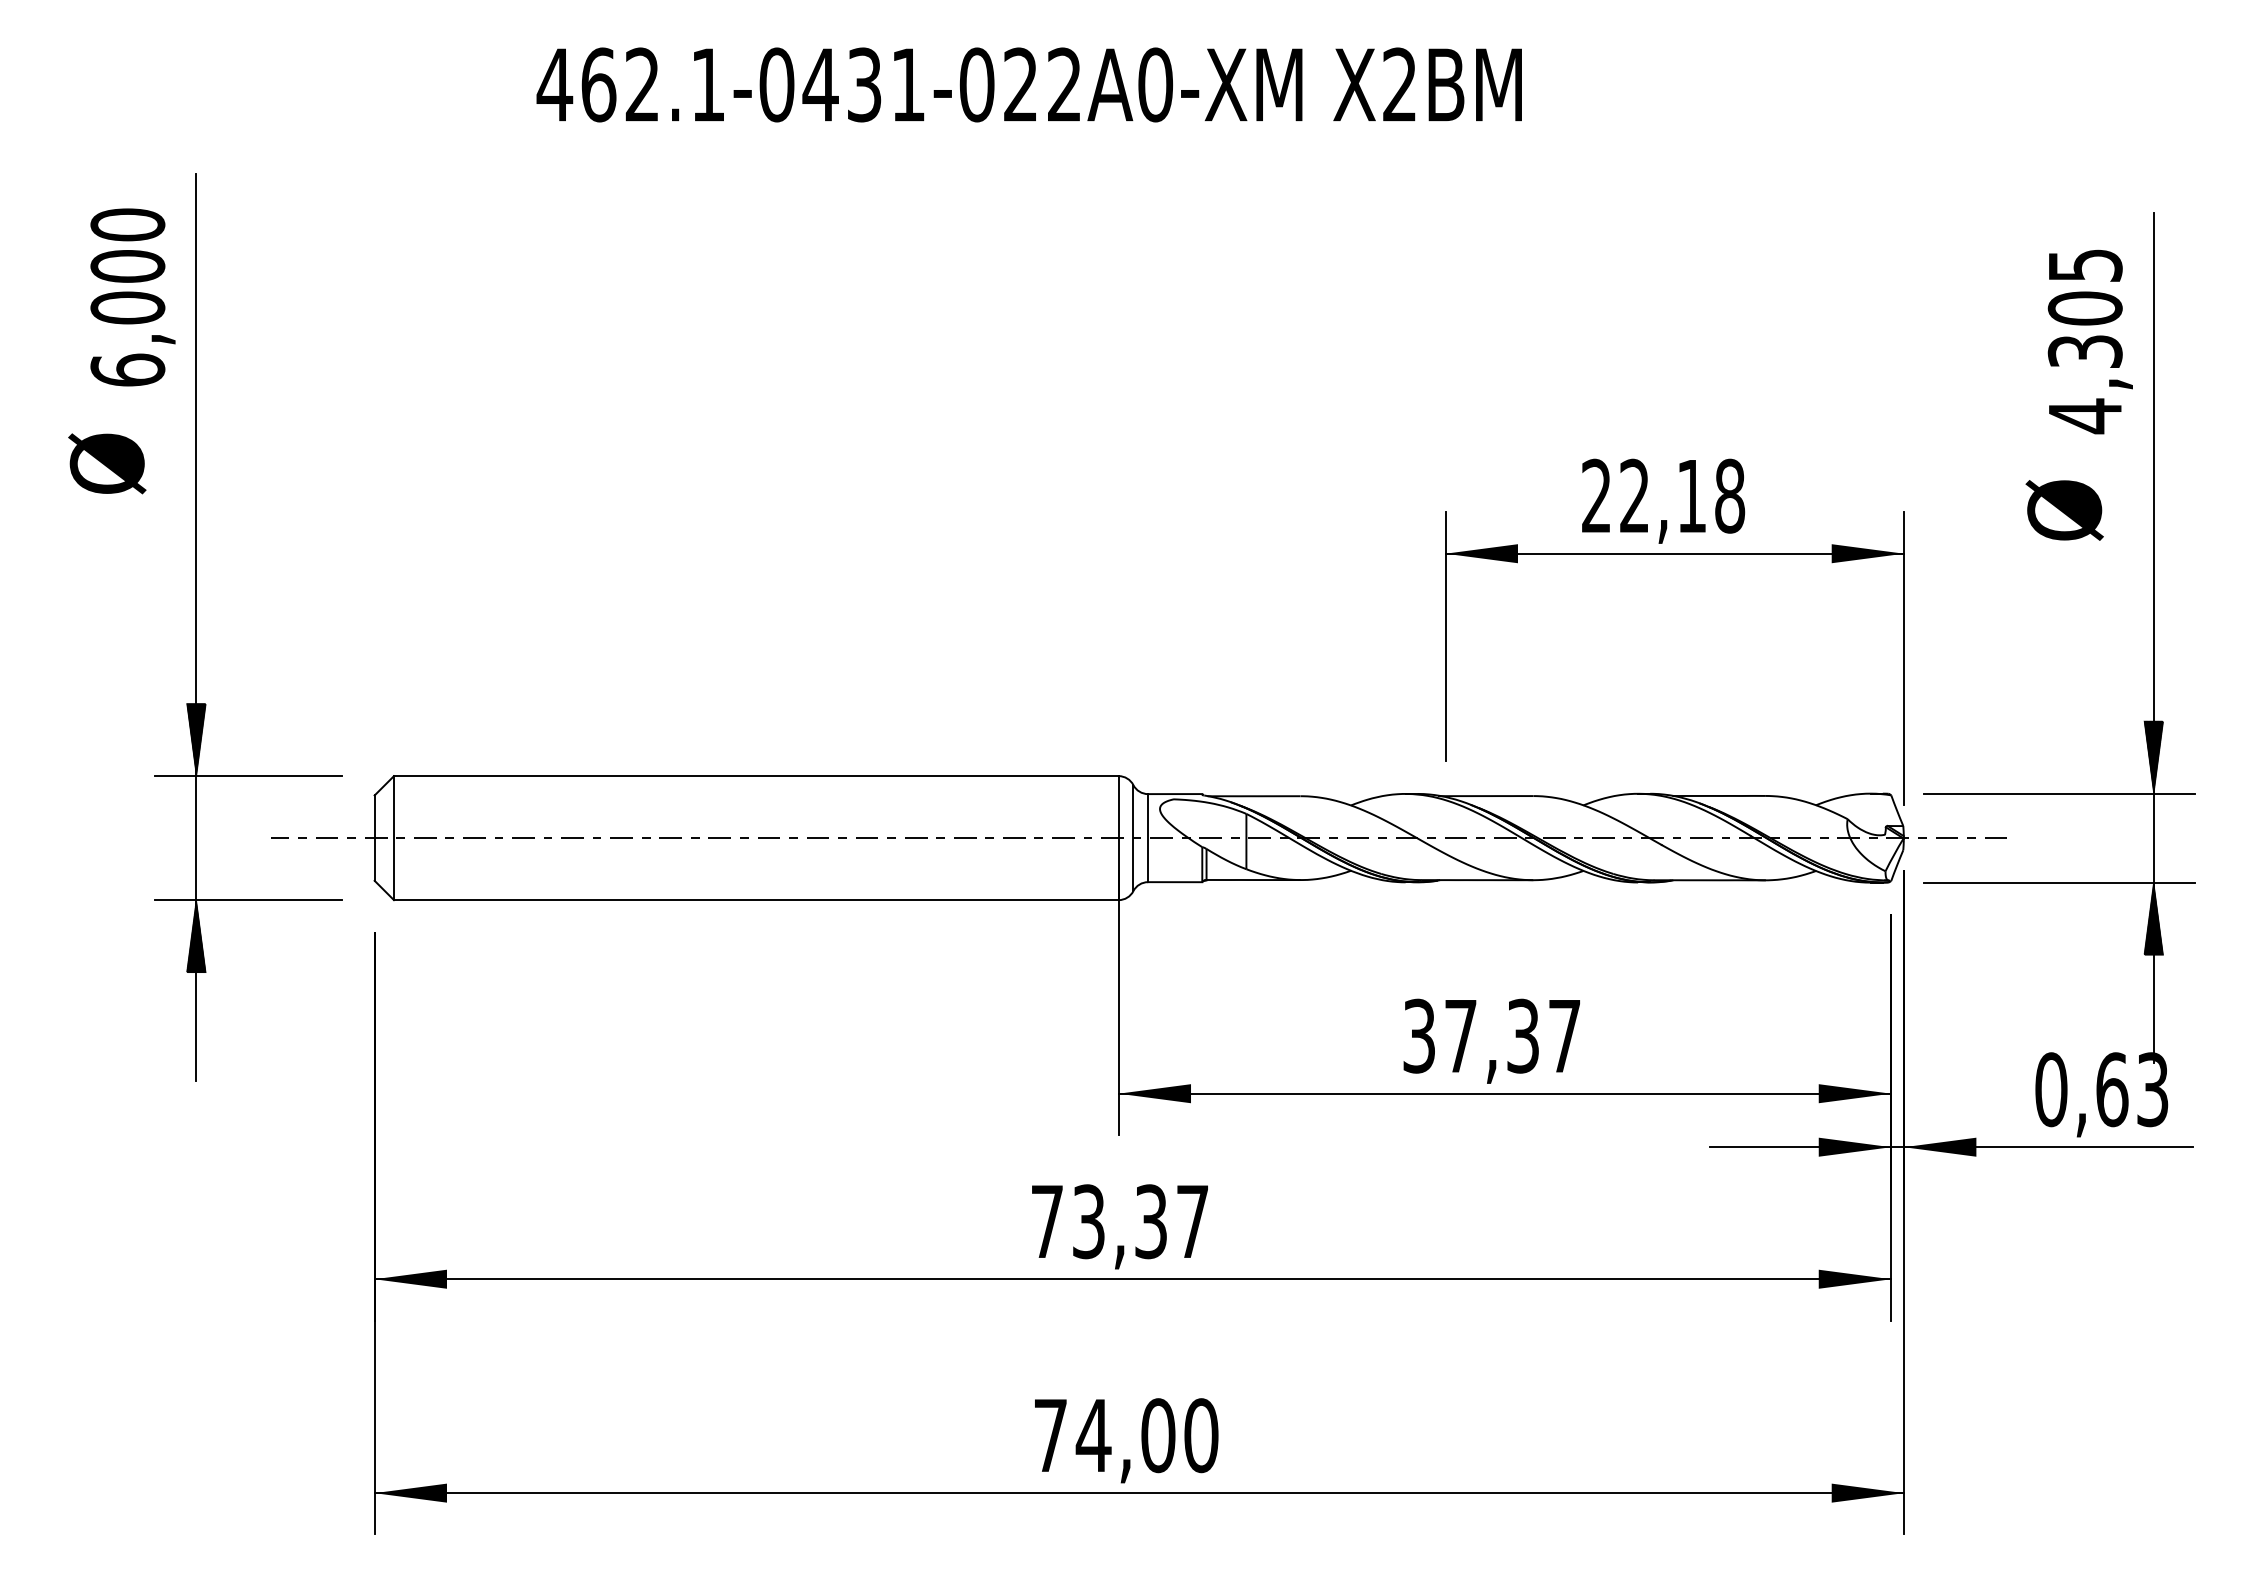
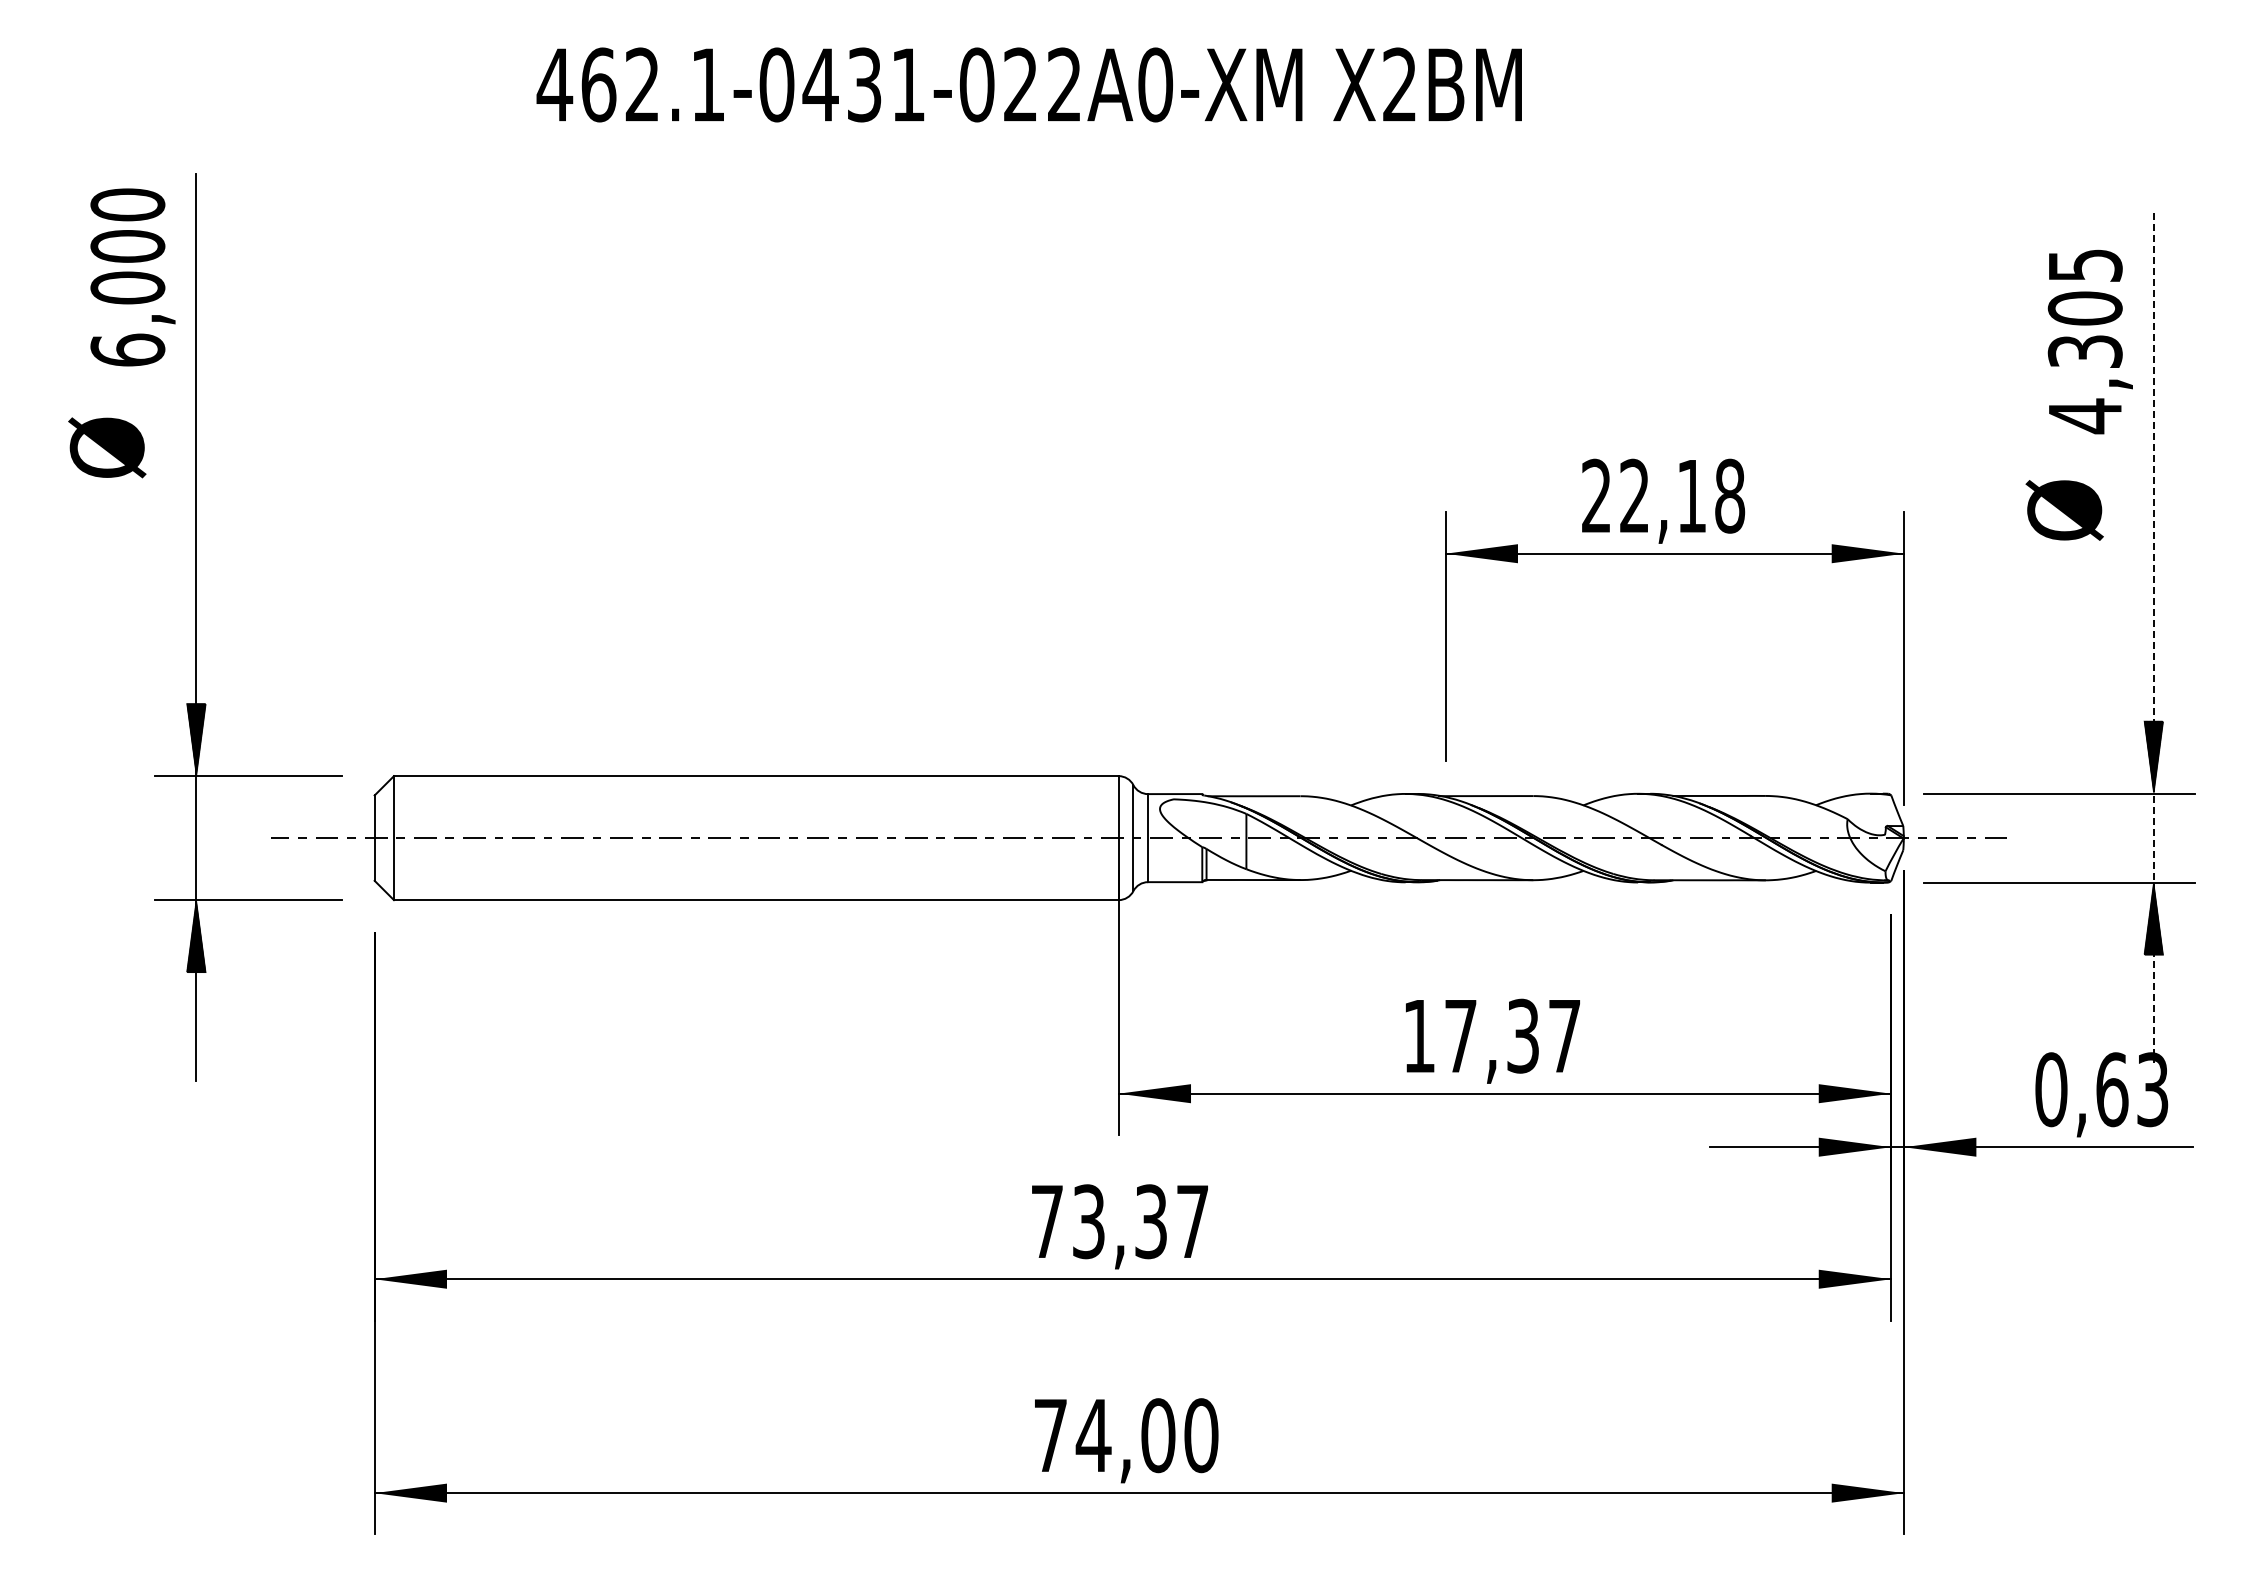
text at (132, 297) position: (132, 297) -> (132, 277)
text at (107, 463) position: (107, 463) -> (107, 447)
line at (2153, 638): solid -> dashed
text at (1418, 1035): 37,37 -> 17,37
